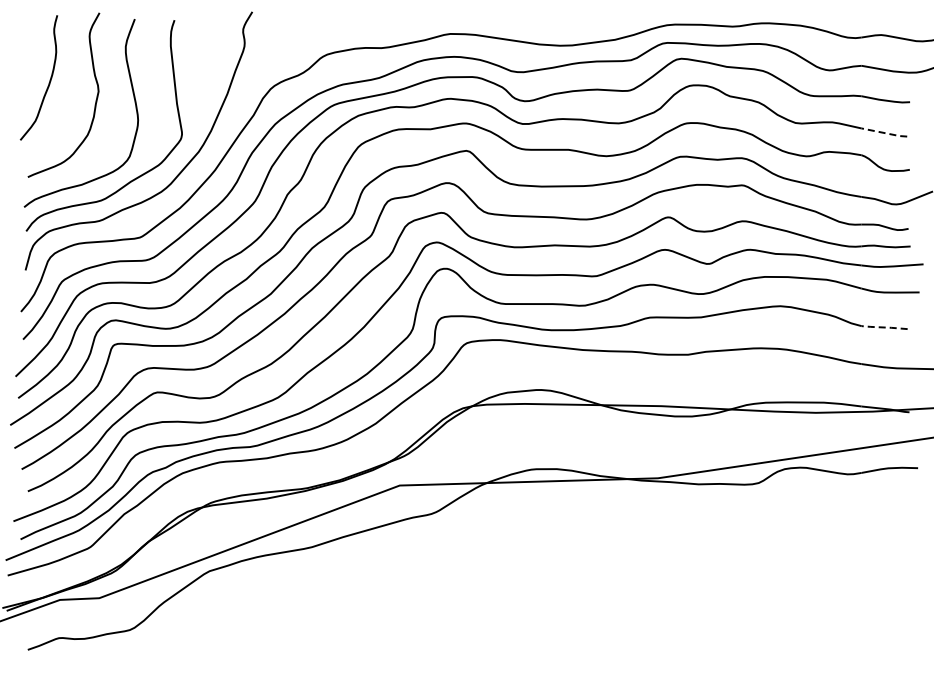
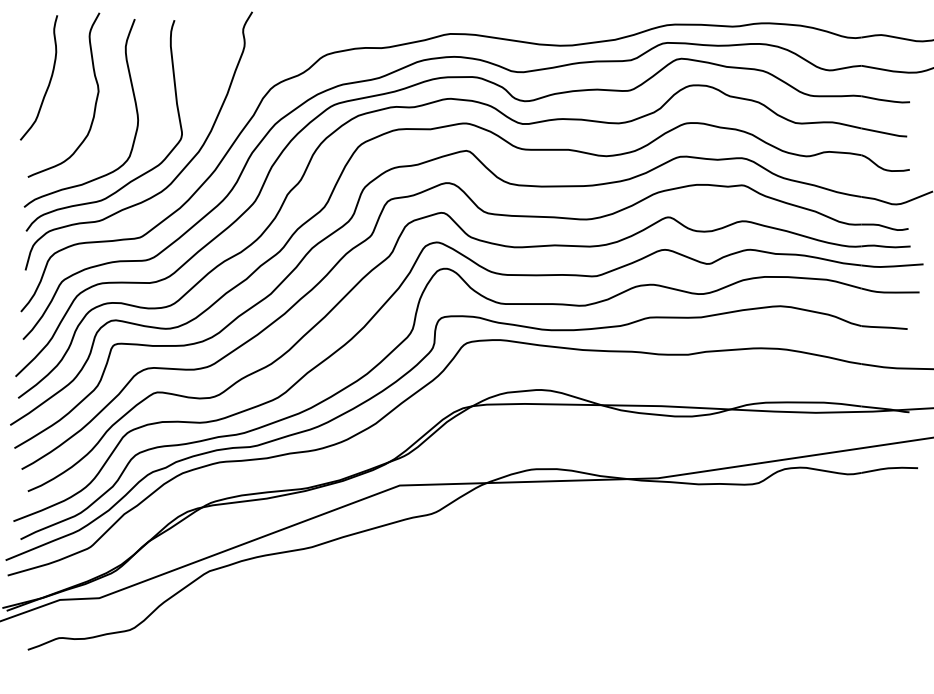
line at (884, 133): dashed -> solid
line at (884, 327): dashed -> solid
